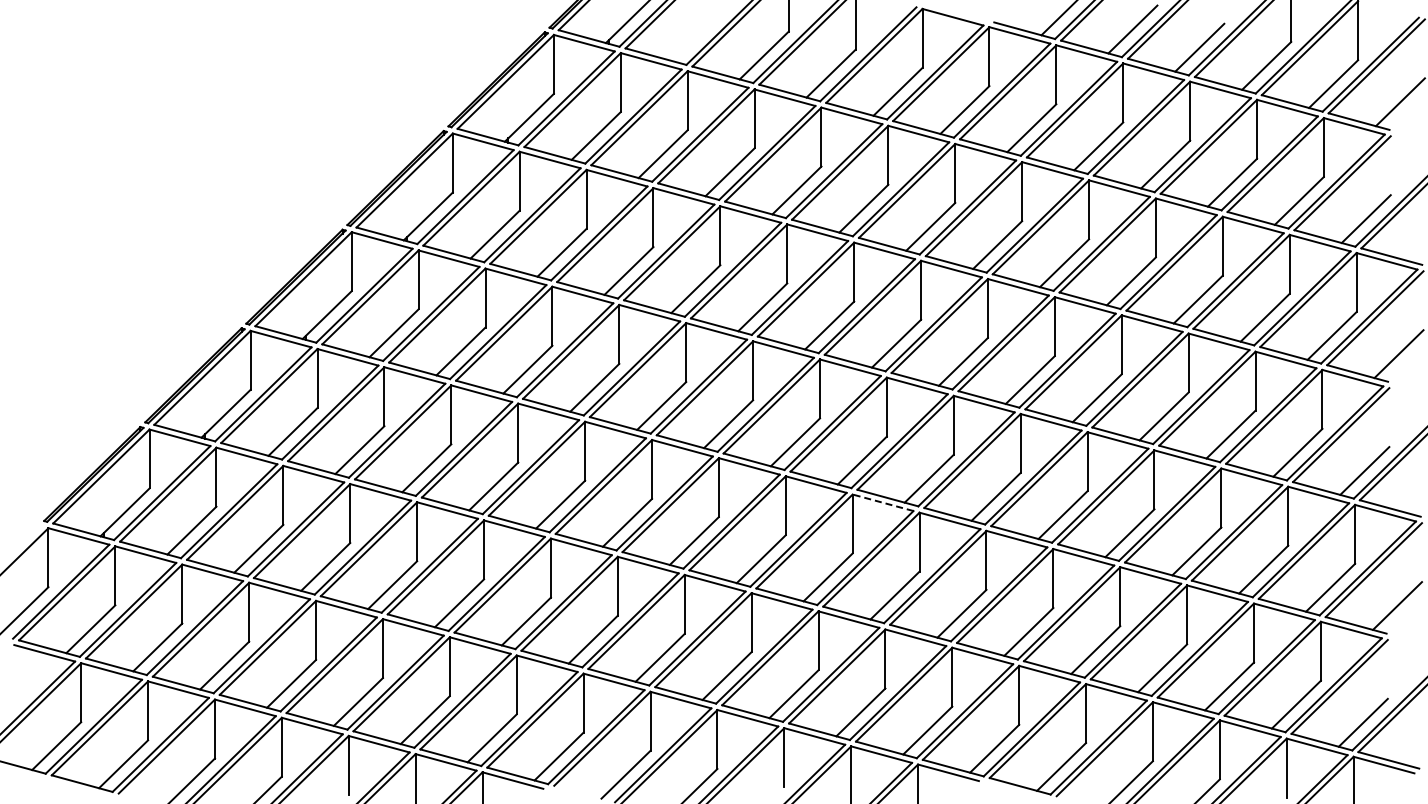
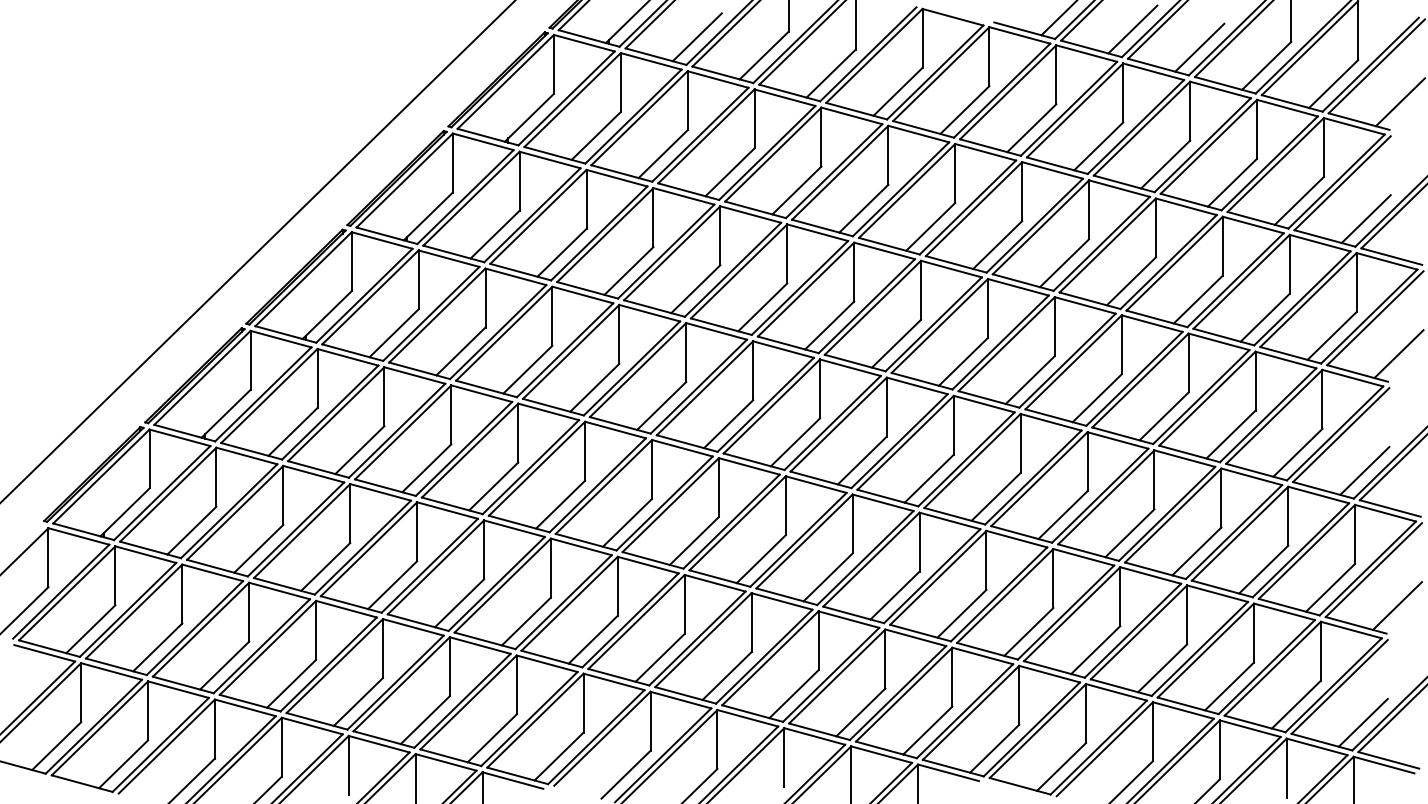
line at (696, 37): none -> present
line at (257, 251): none -> present
line at (883, 502): dashed -> solid
